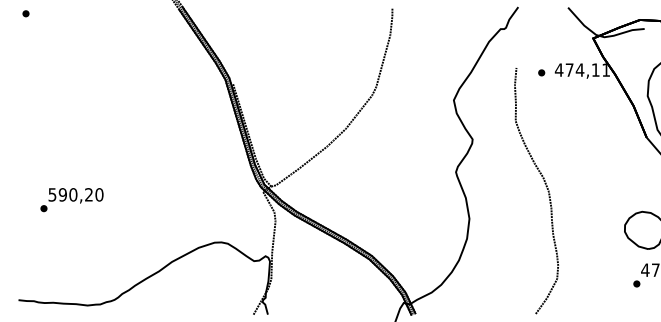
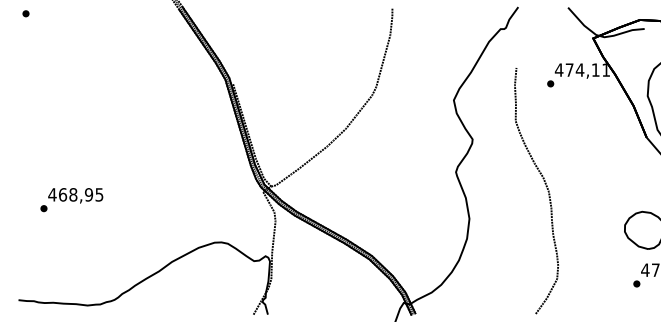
part at (541, 72) position: (541, 72) -> (550, 83)
text at (75, 194): 590,20 -> 468,95
